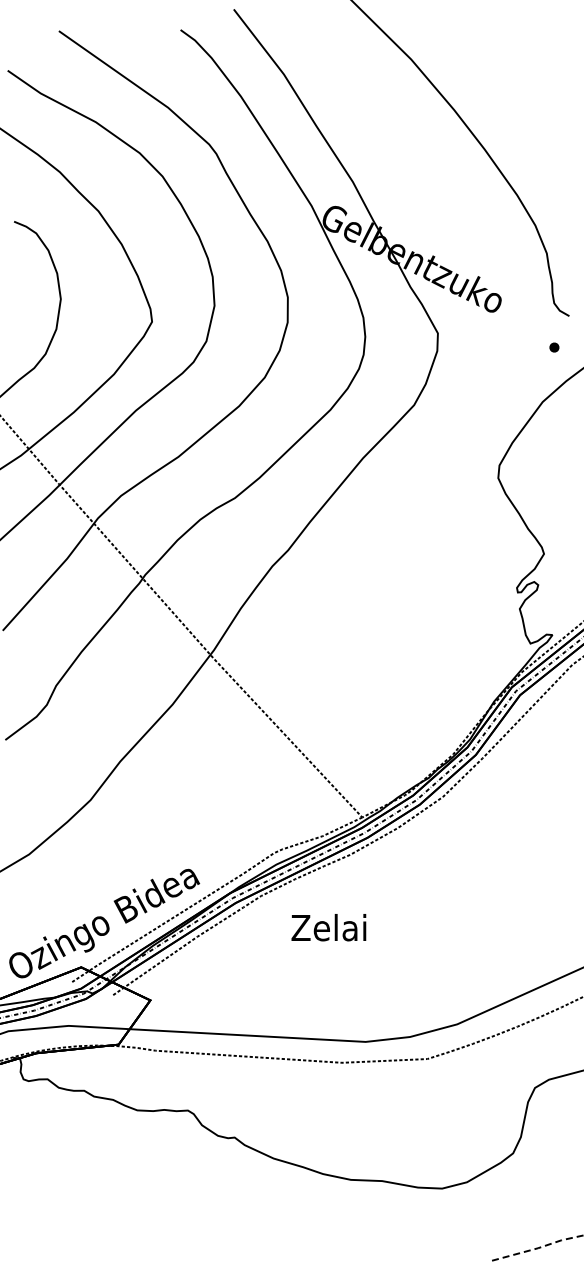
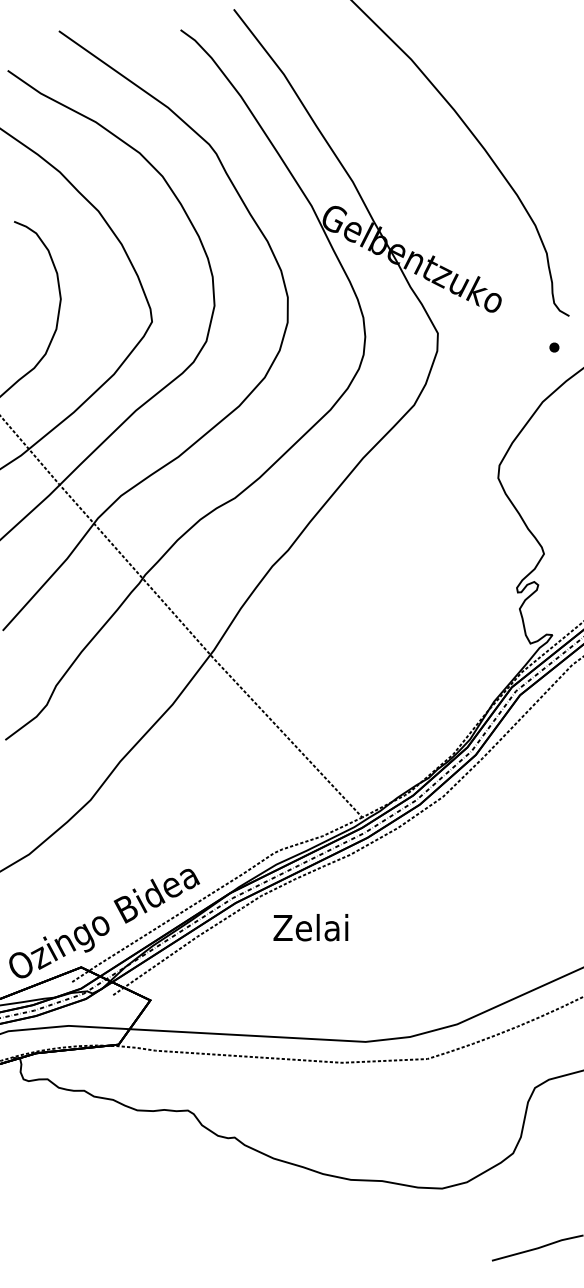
text at (328, 927) position: (328, 927) -> (310, 927)
line at (538, 1248): dashed -> solid
